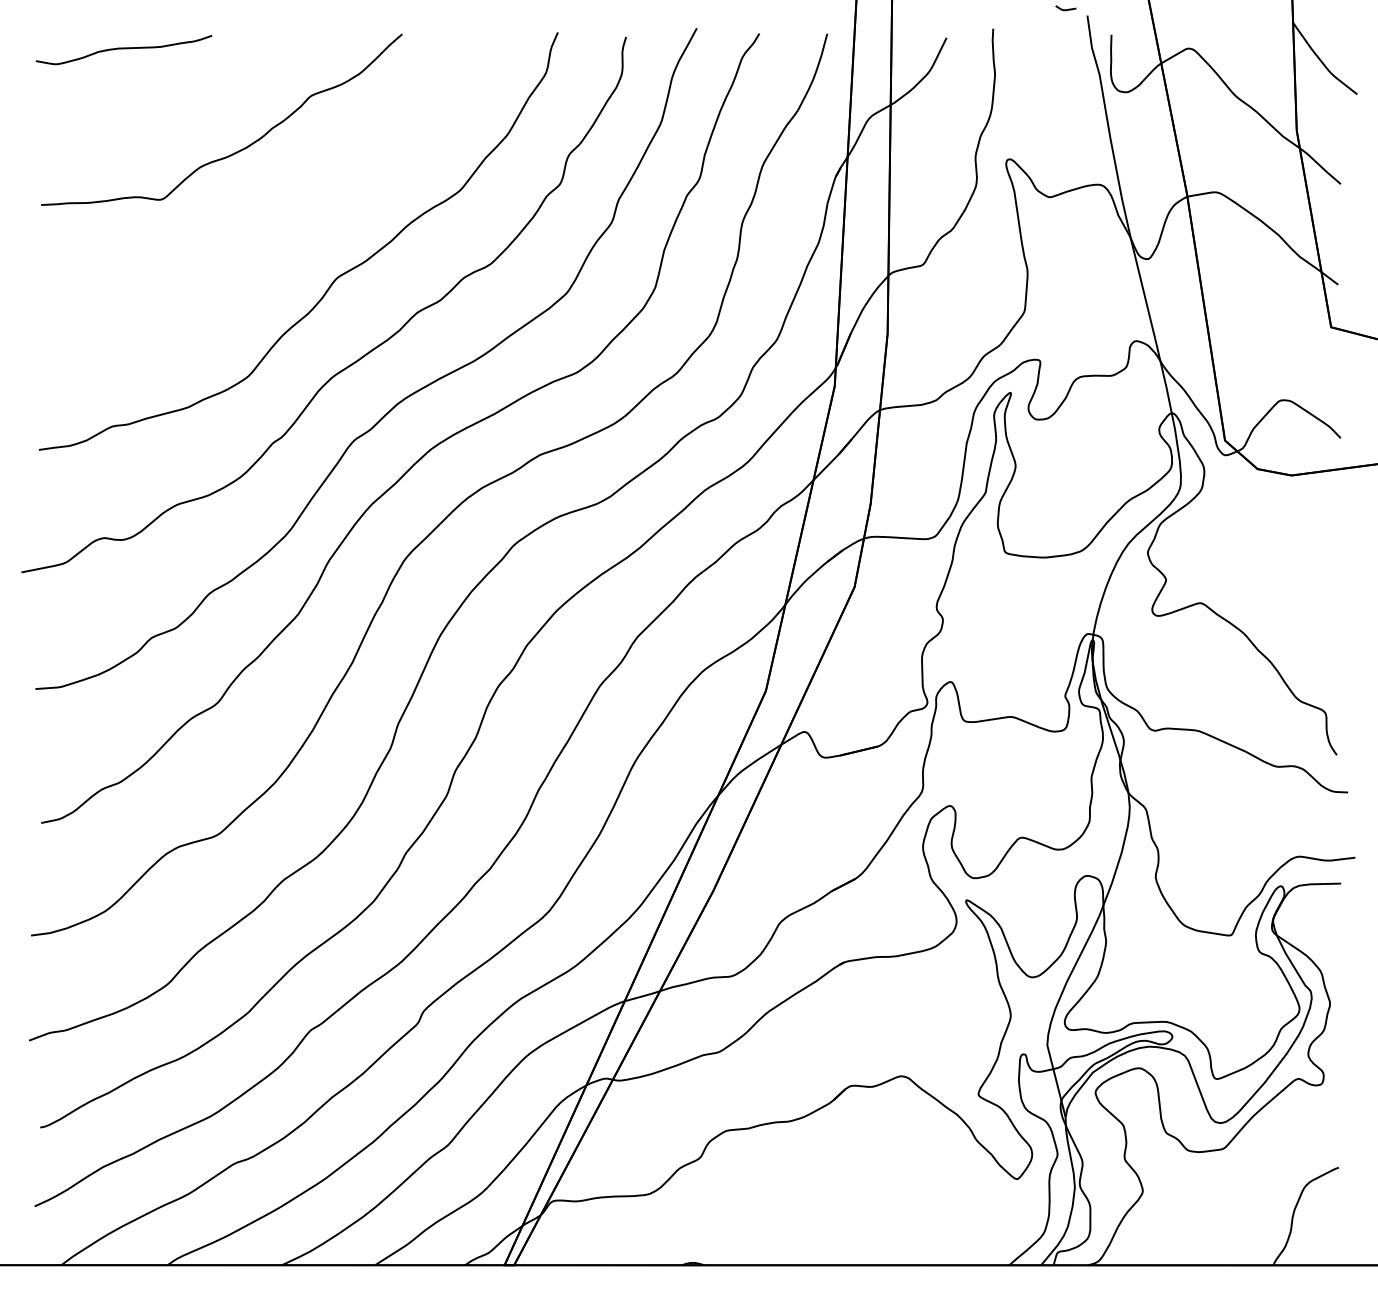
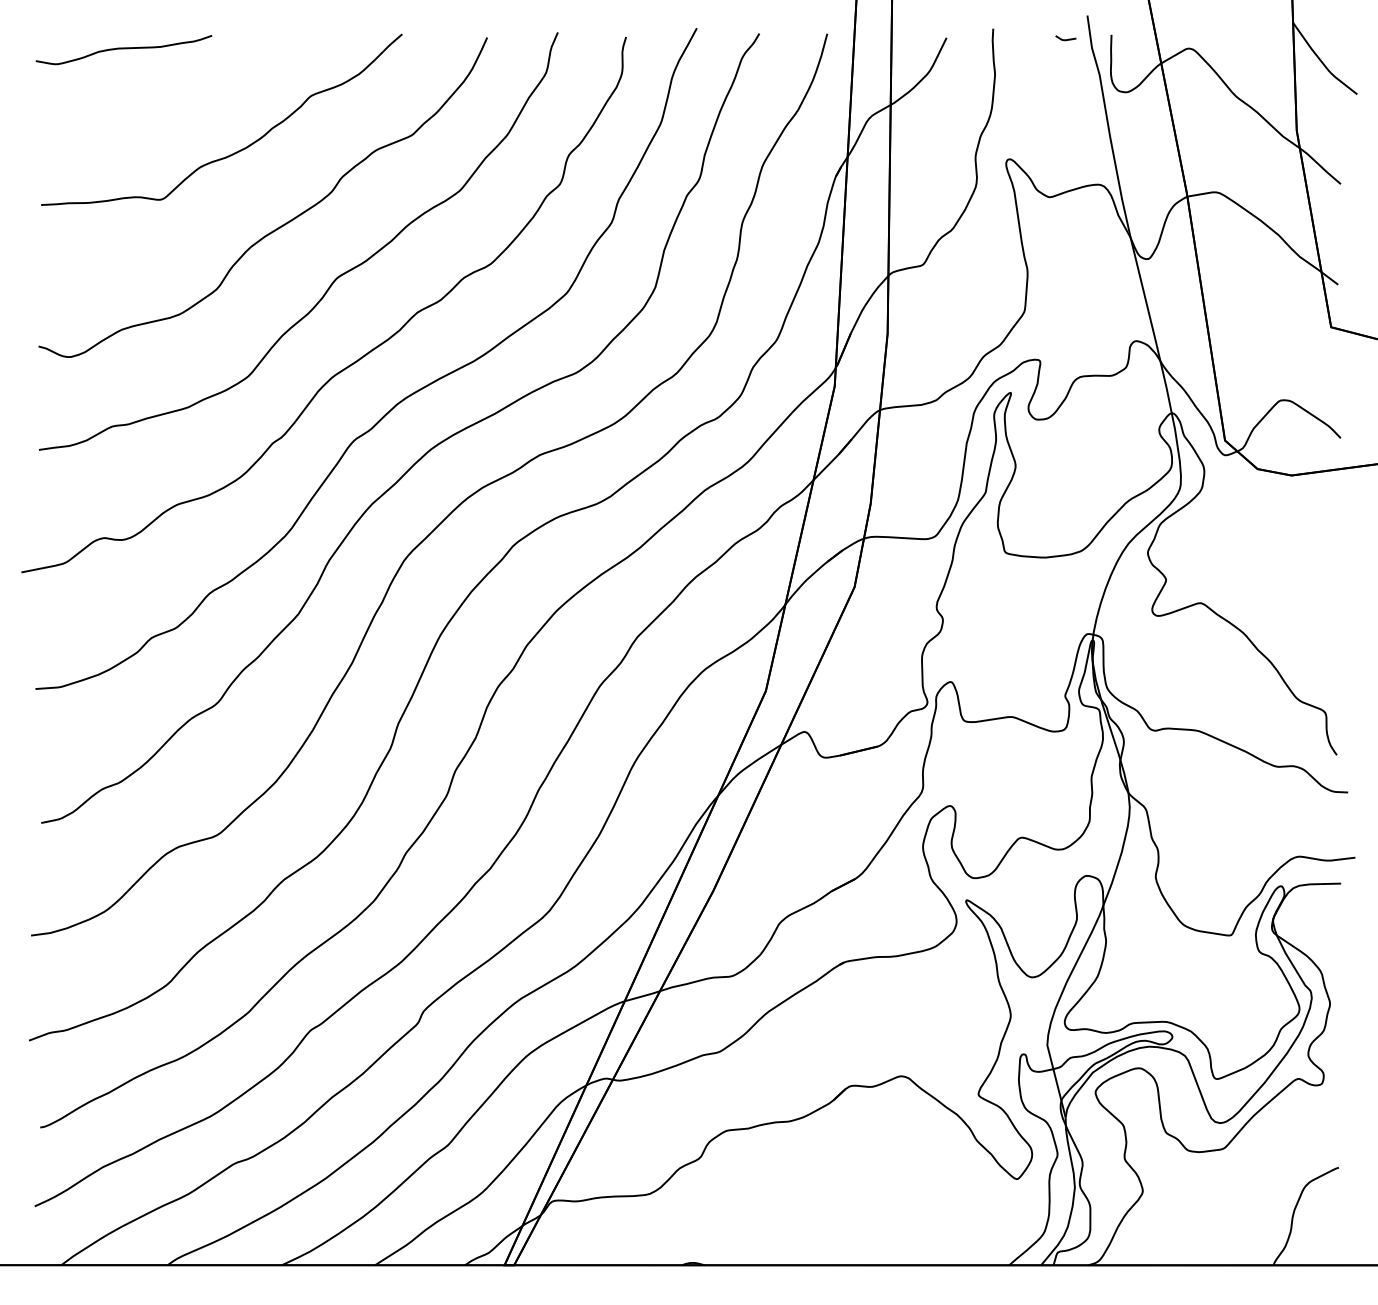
line at (1065, 9) position: (1065, 9) -> (1065, 39)
curve at (277, 227): none -> present
